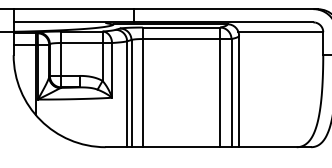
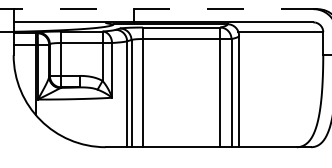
line at (158, 9): solid -> dashed
